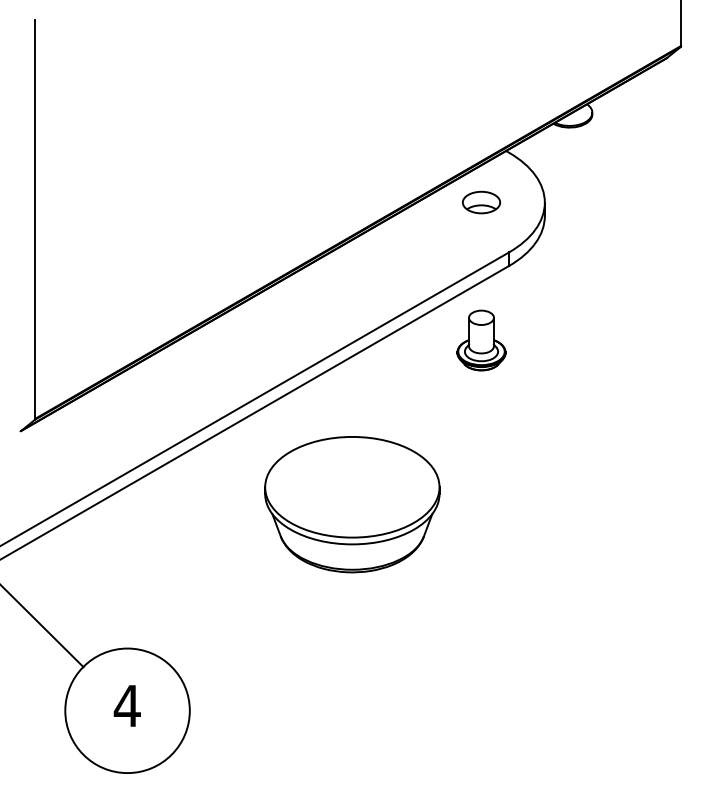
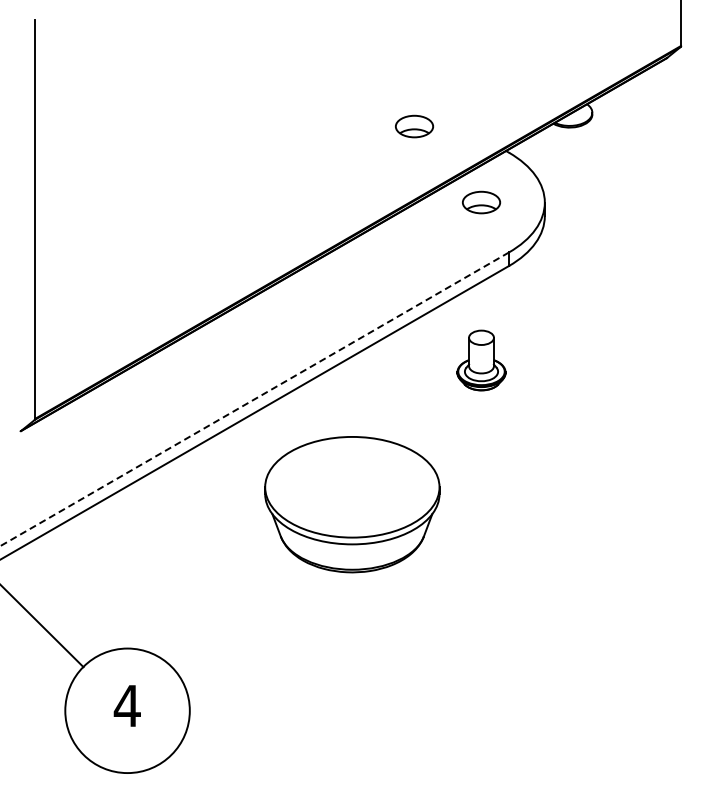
part at (414, 126): none -> present
part at (481, 340) position: (481, 340) -> (481, 360)
line at (254, 399): solid -> dashed
